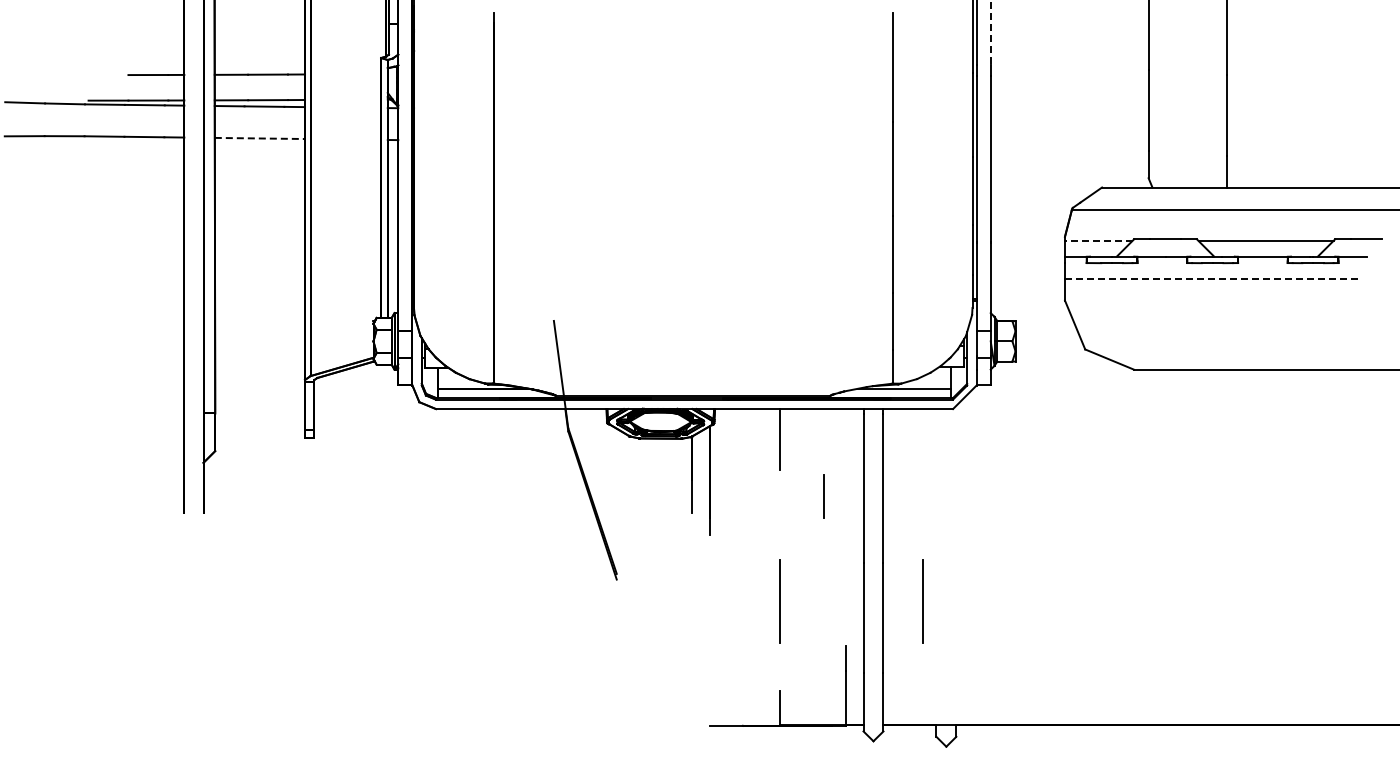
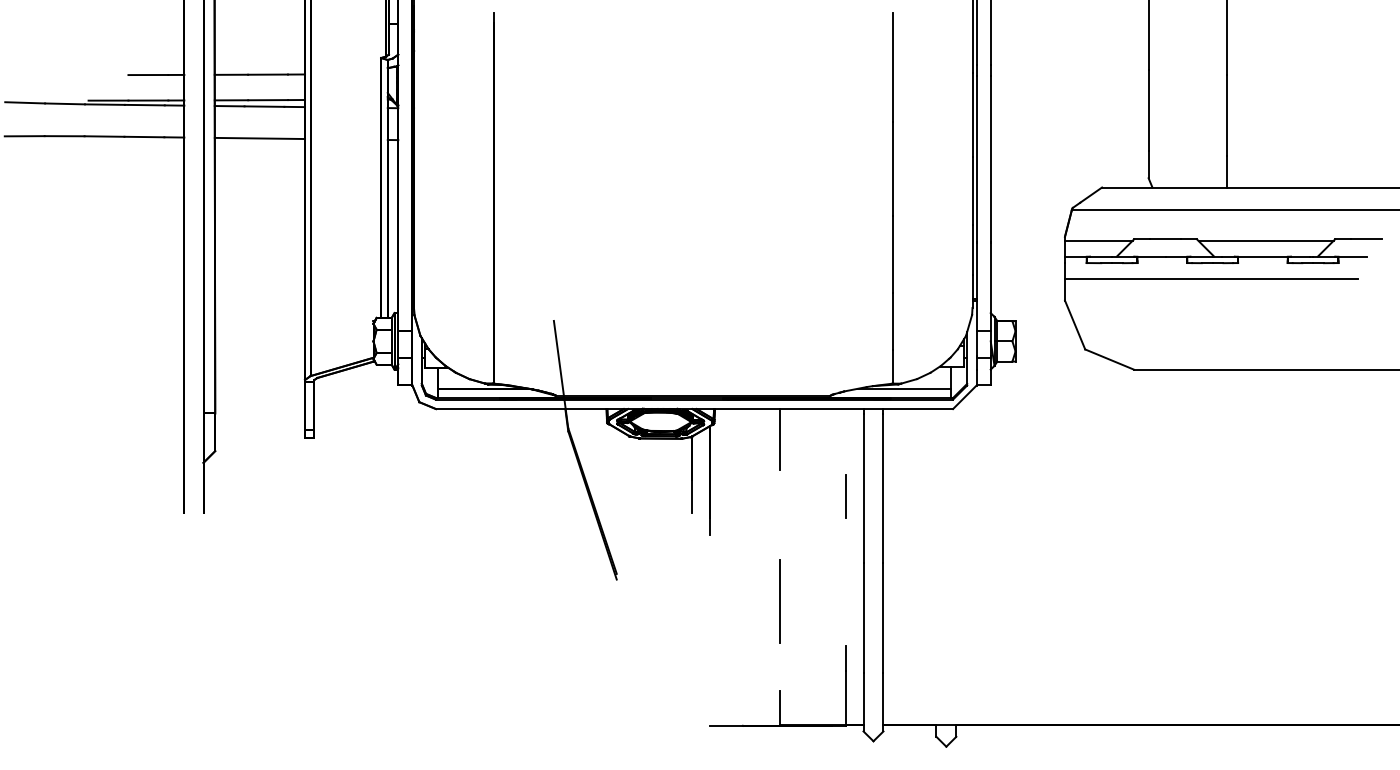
line at (990, 33): dashed -> solid
line at (260, 138): dashed -> solid
line at (1098, 240): dashed -> solid
line at (1211, 278): dashed -> solid
line at (823, 496) position: (823, 496) -> (845, 496)
line at (922, 601): present -> none
